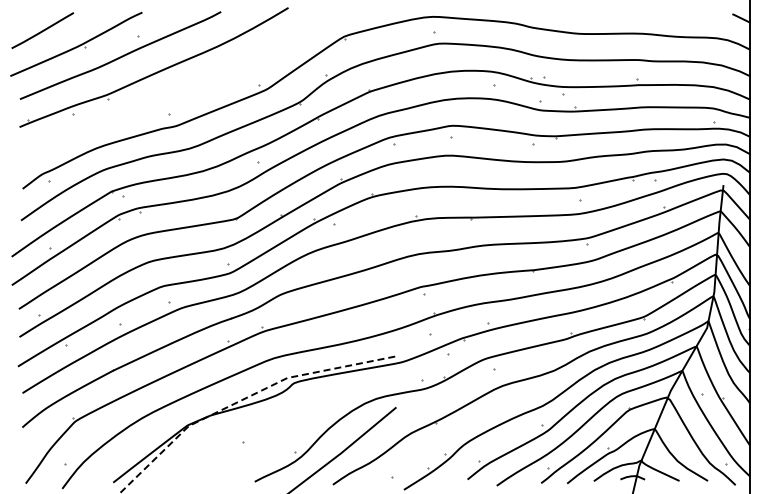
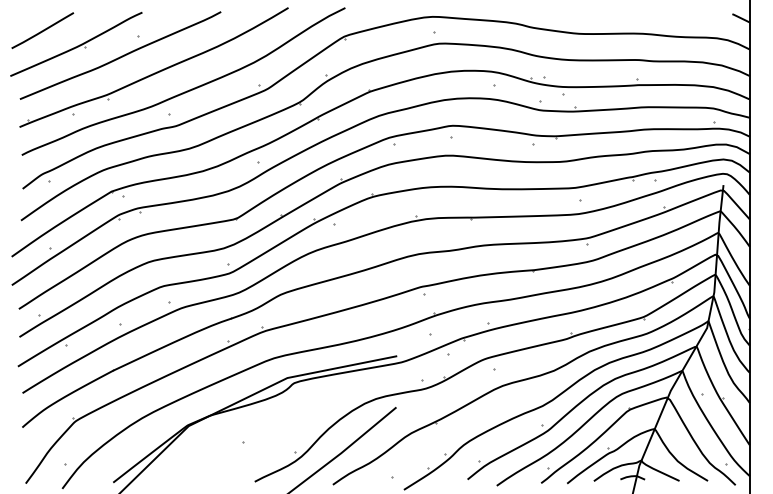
curve at (186, 90): none -> present
line at (245, 398): dashed -> solid
